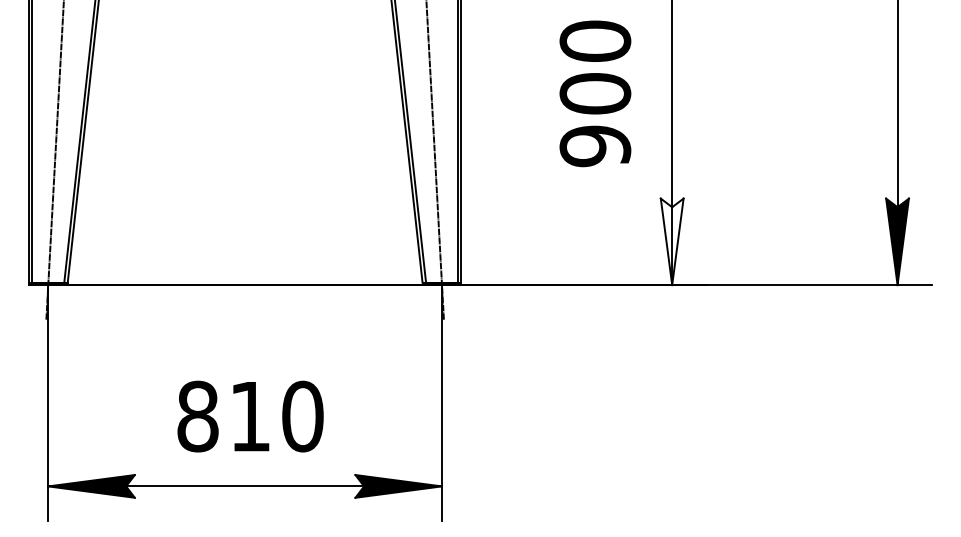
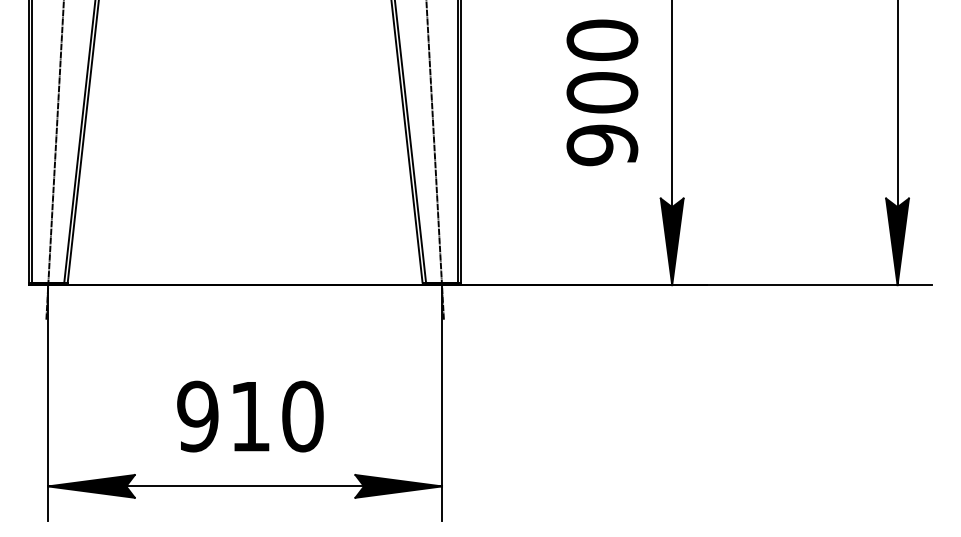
text at (595, 93) position: (595, 93) -> (602, 92)
fill at (671, 241): none -> present
text at (197, 416): 810 -> 910
